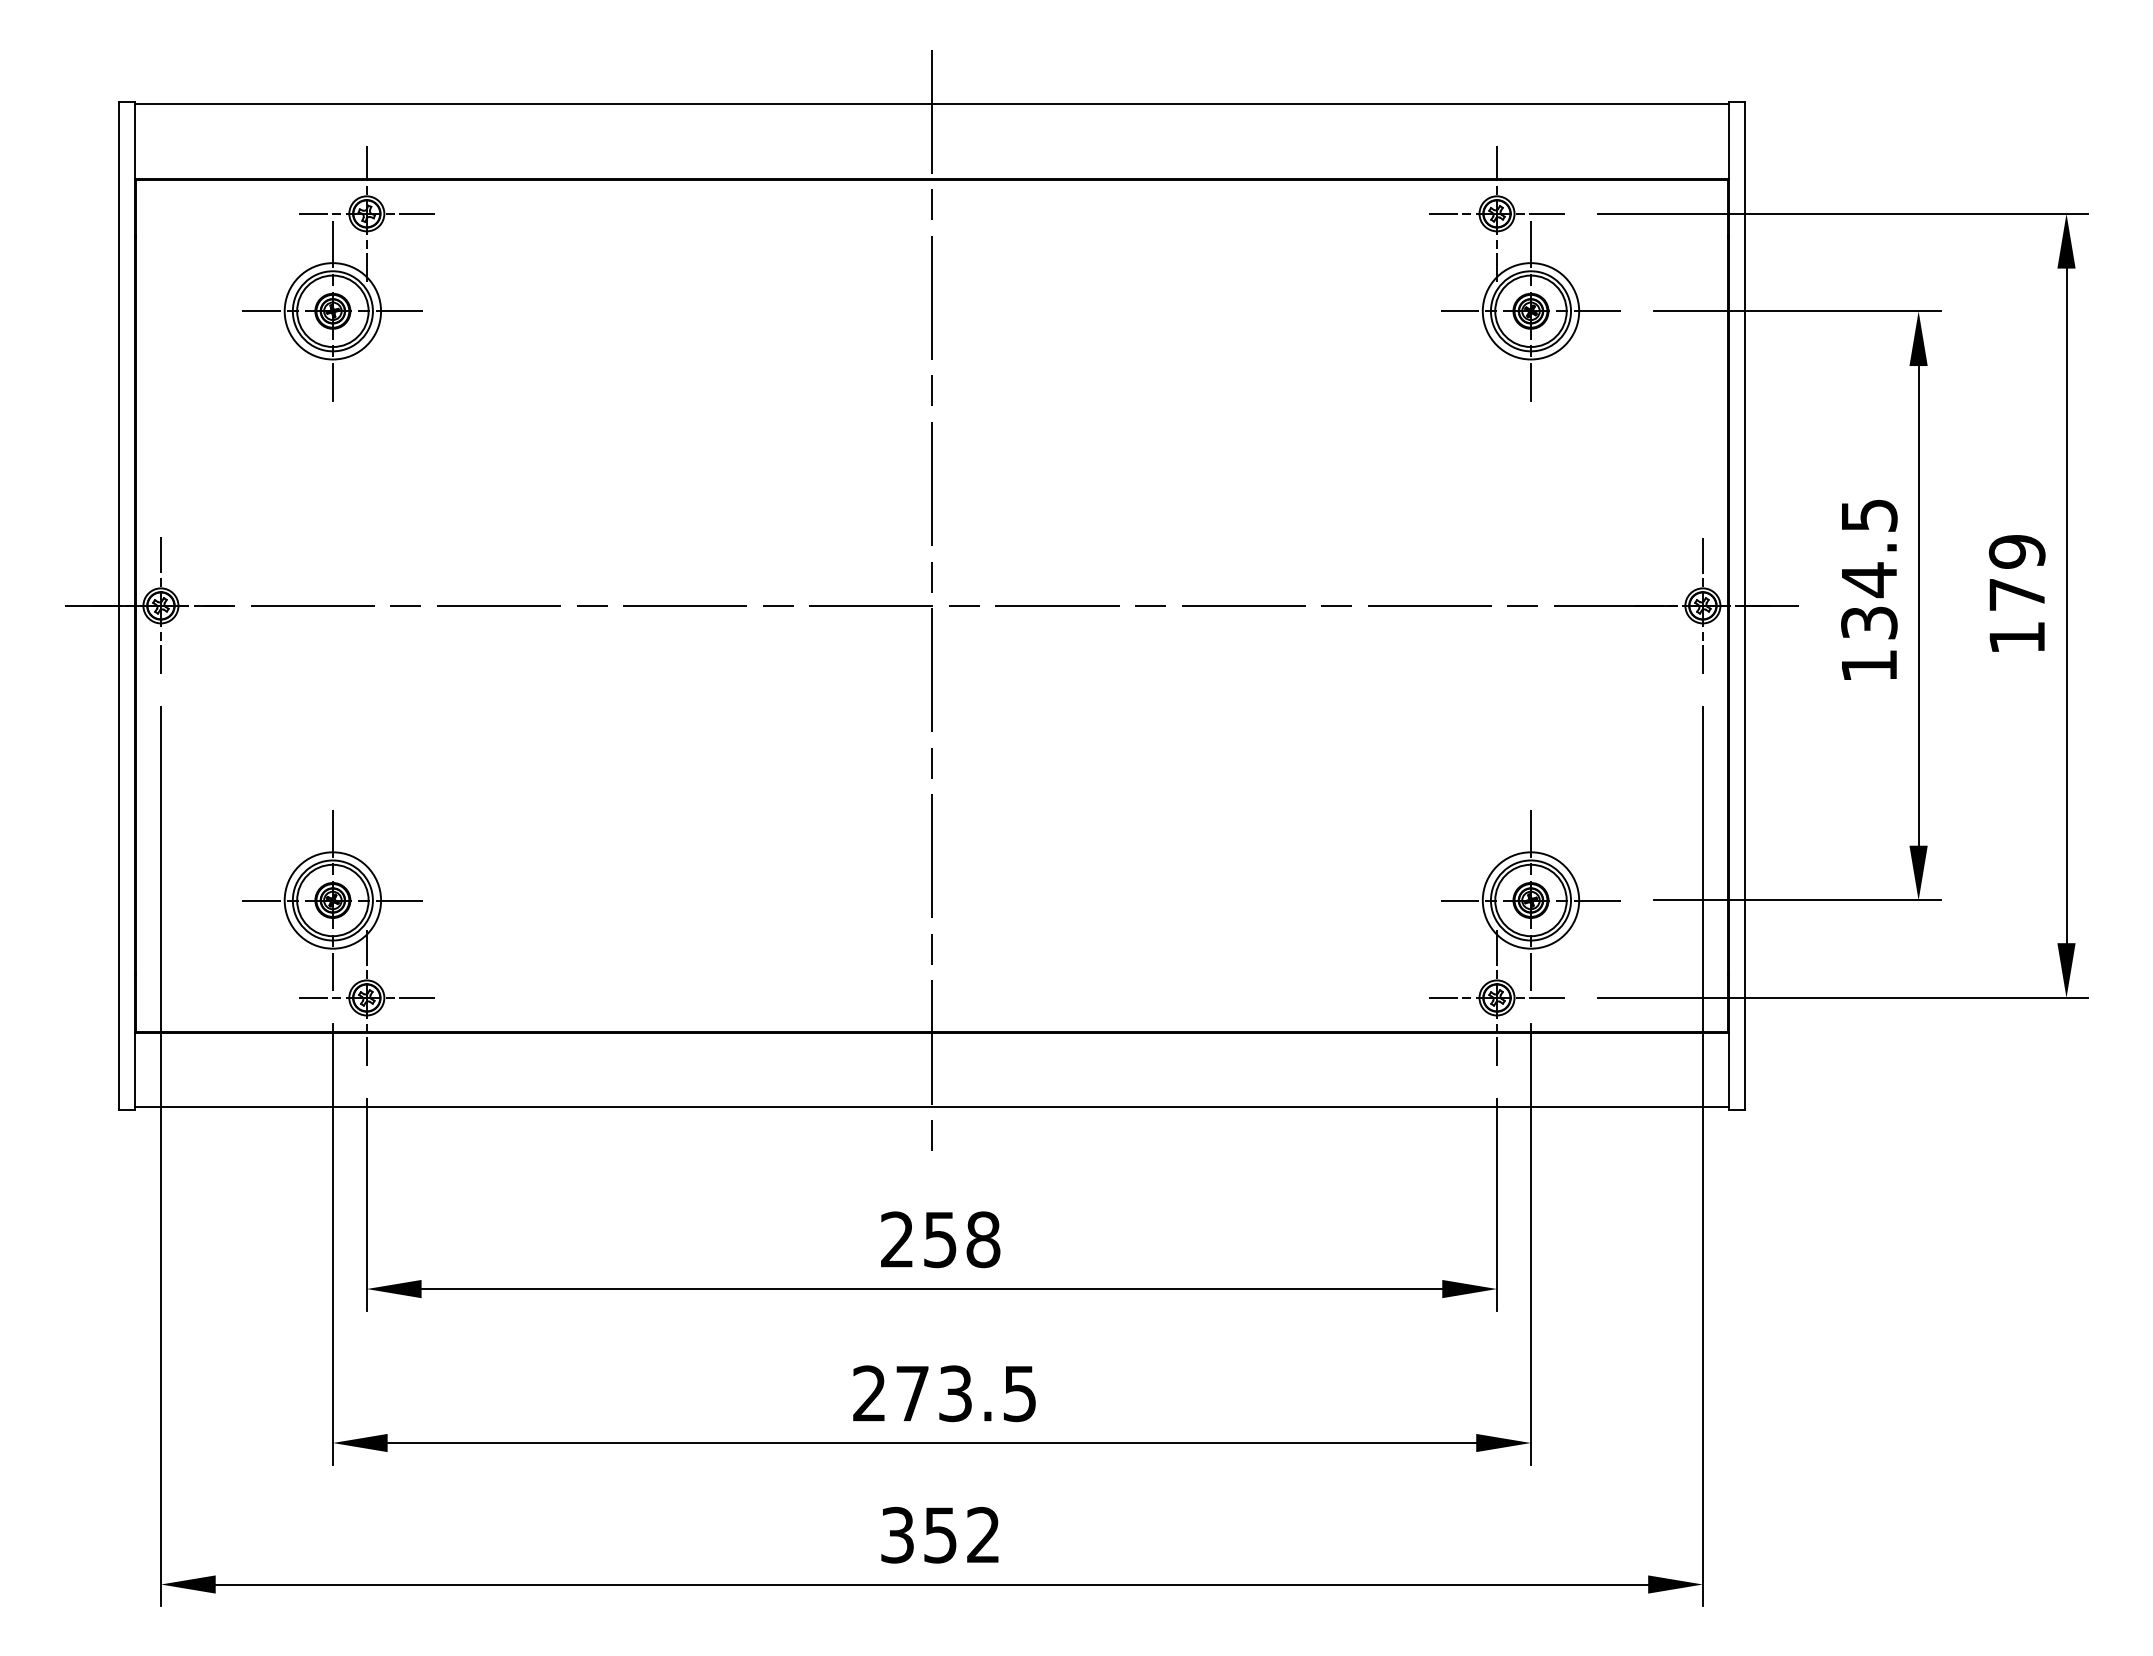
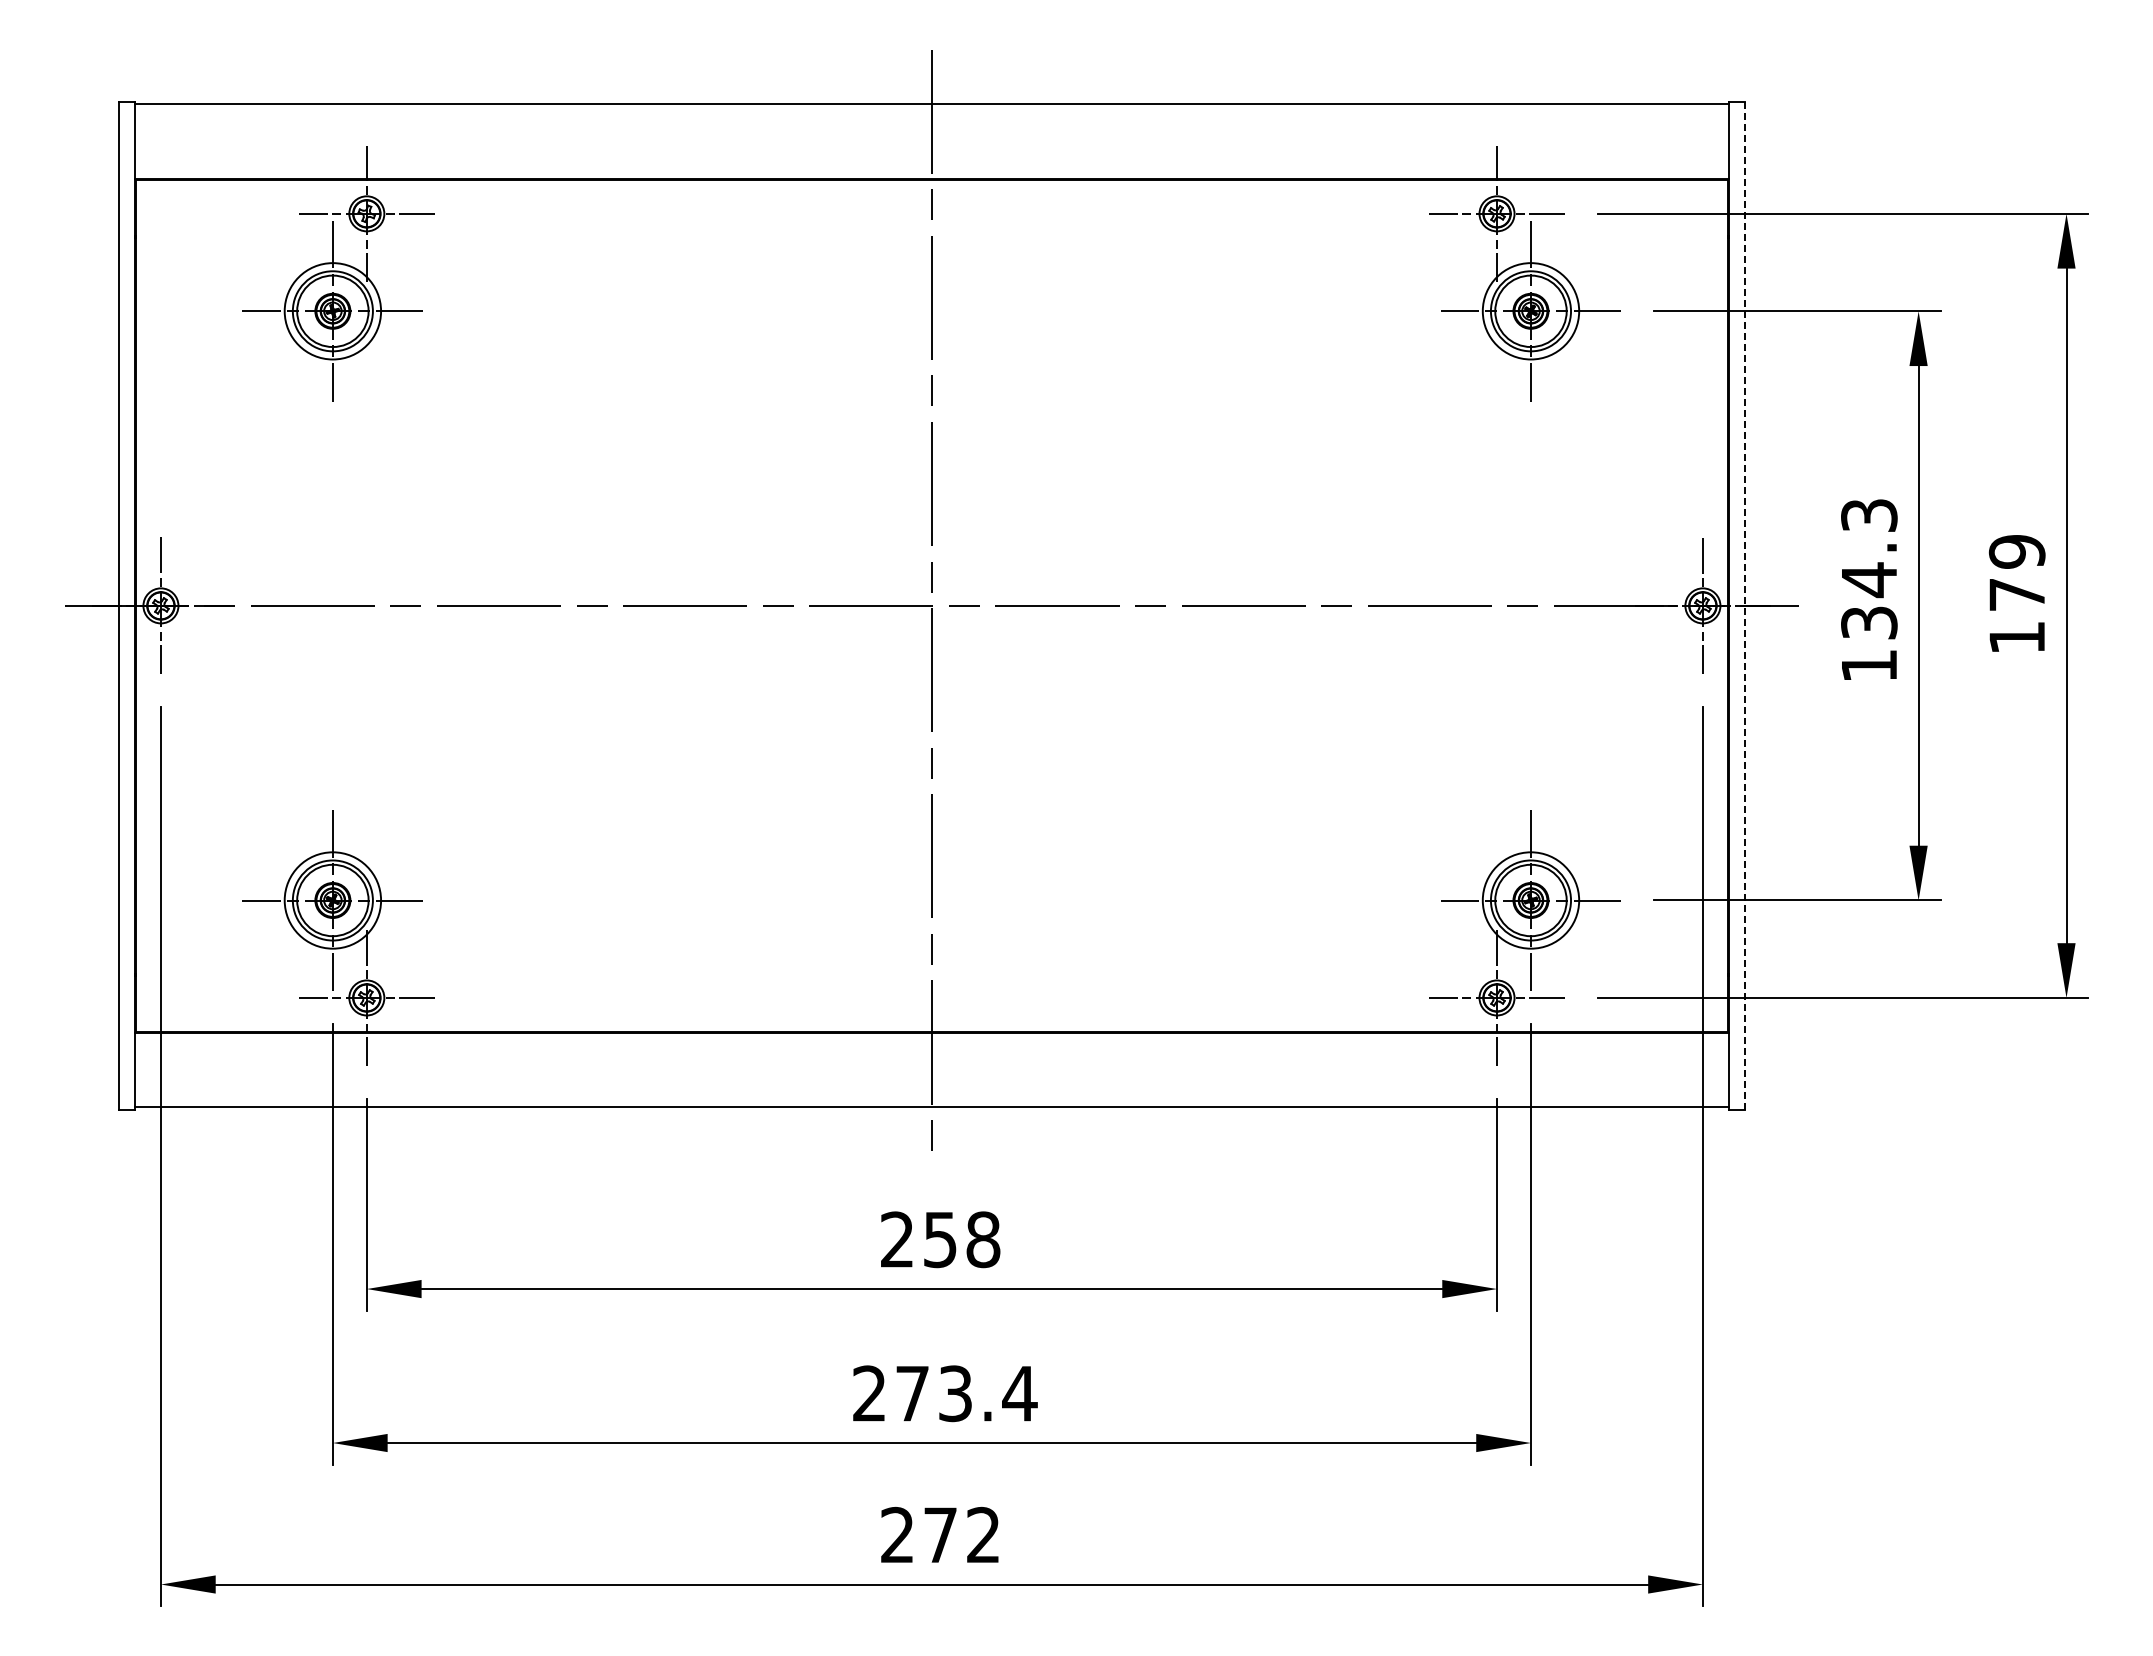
text at (1869, 515): 134.5 -> 134.3
line at (1744, 605): solid -> dashed
text at (1019, 1394): 273.5 -> 273.4
text at (918, 1535): 352 -> 272
